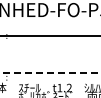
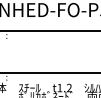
line at (49, 35) position: (49, 35) -> (49, 30)
line at (50, 72): dashed -> solid
